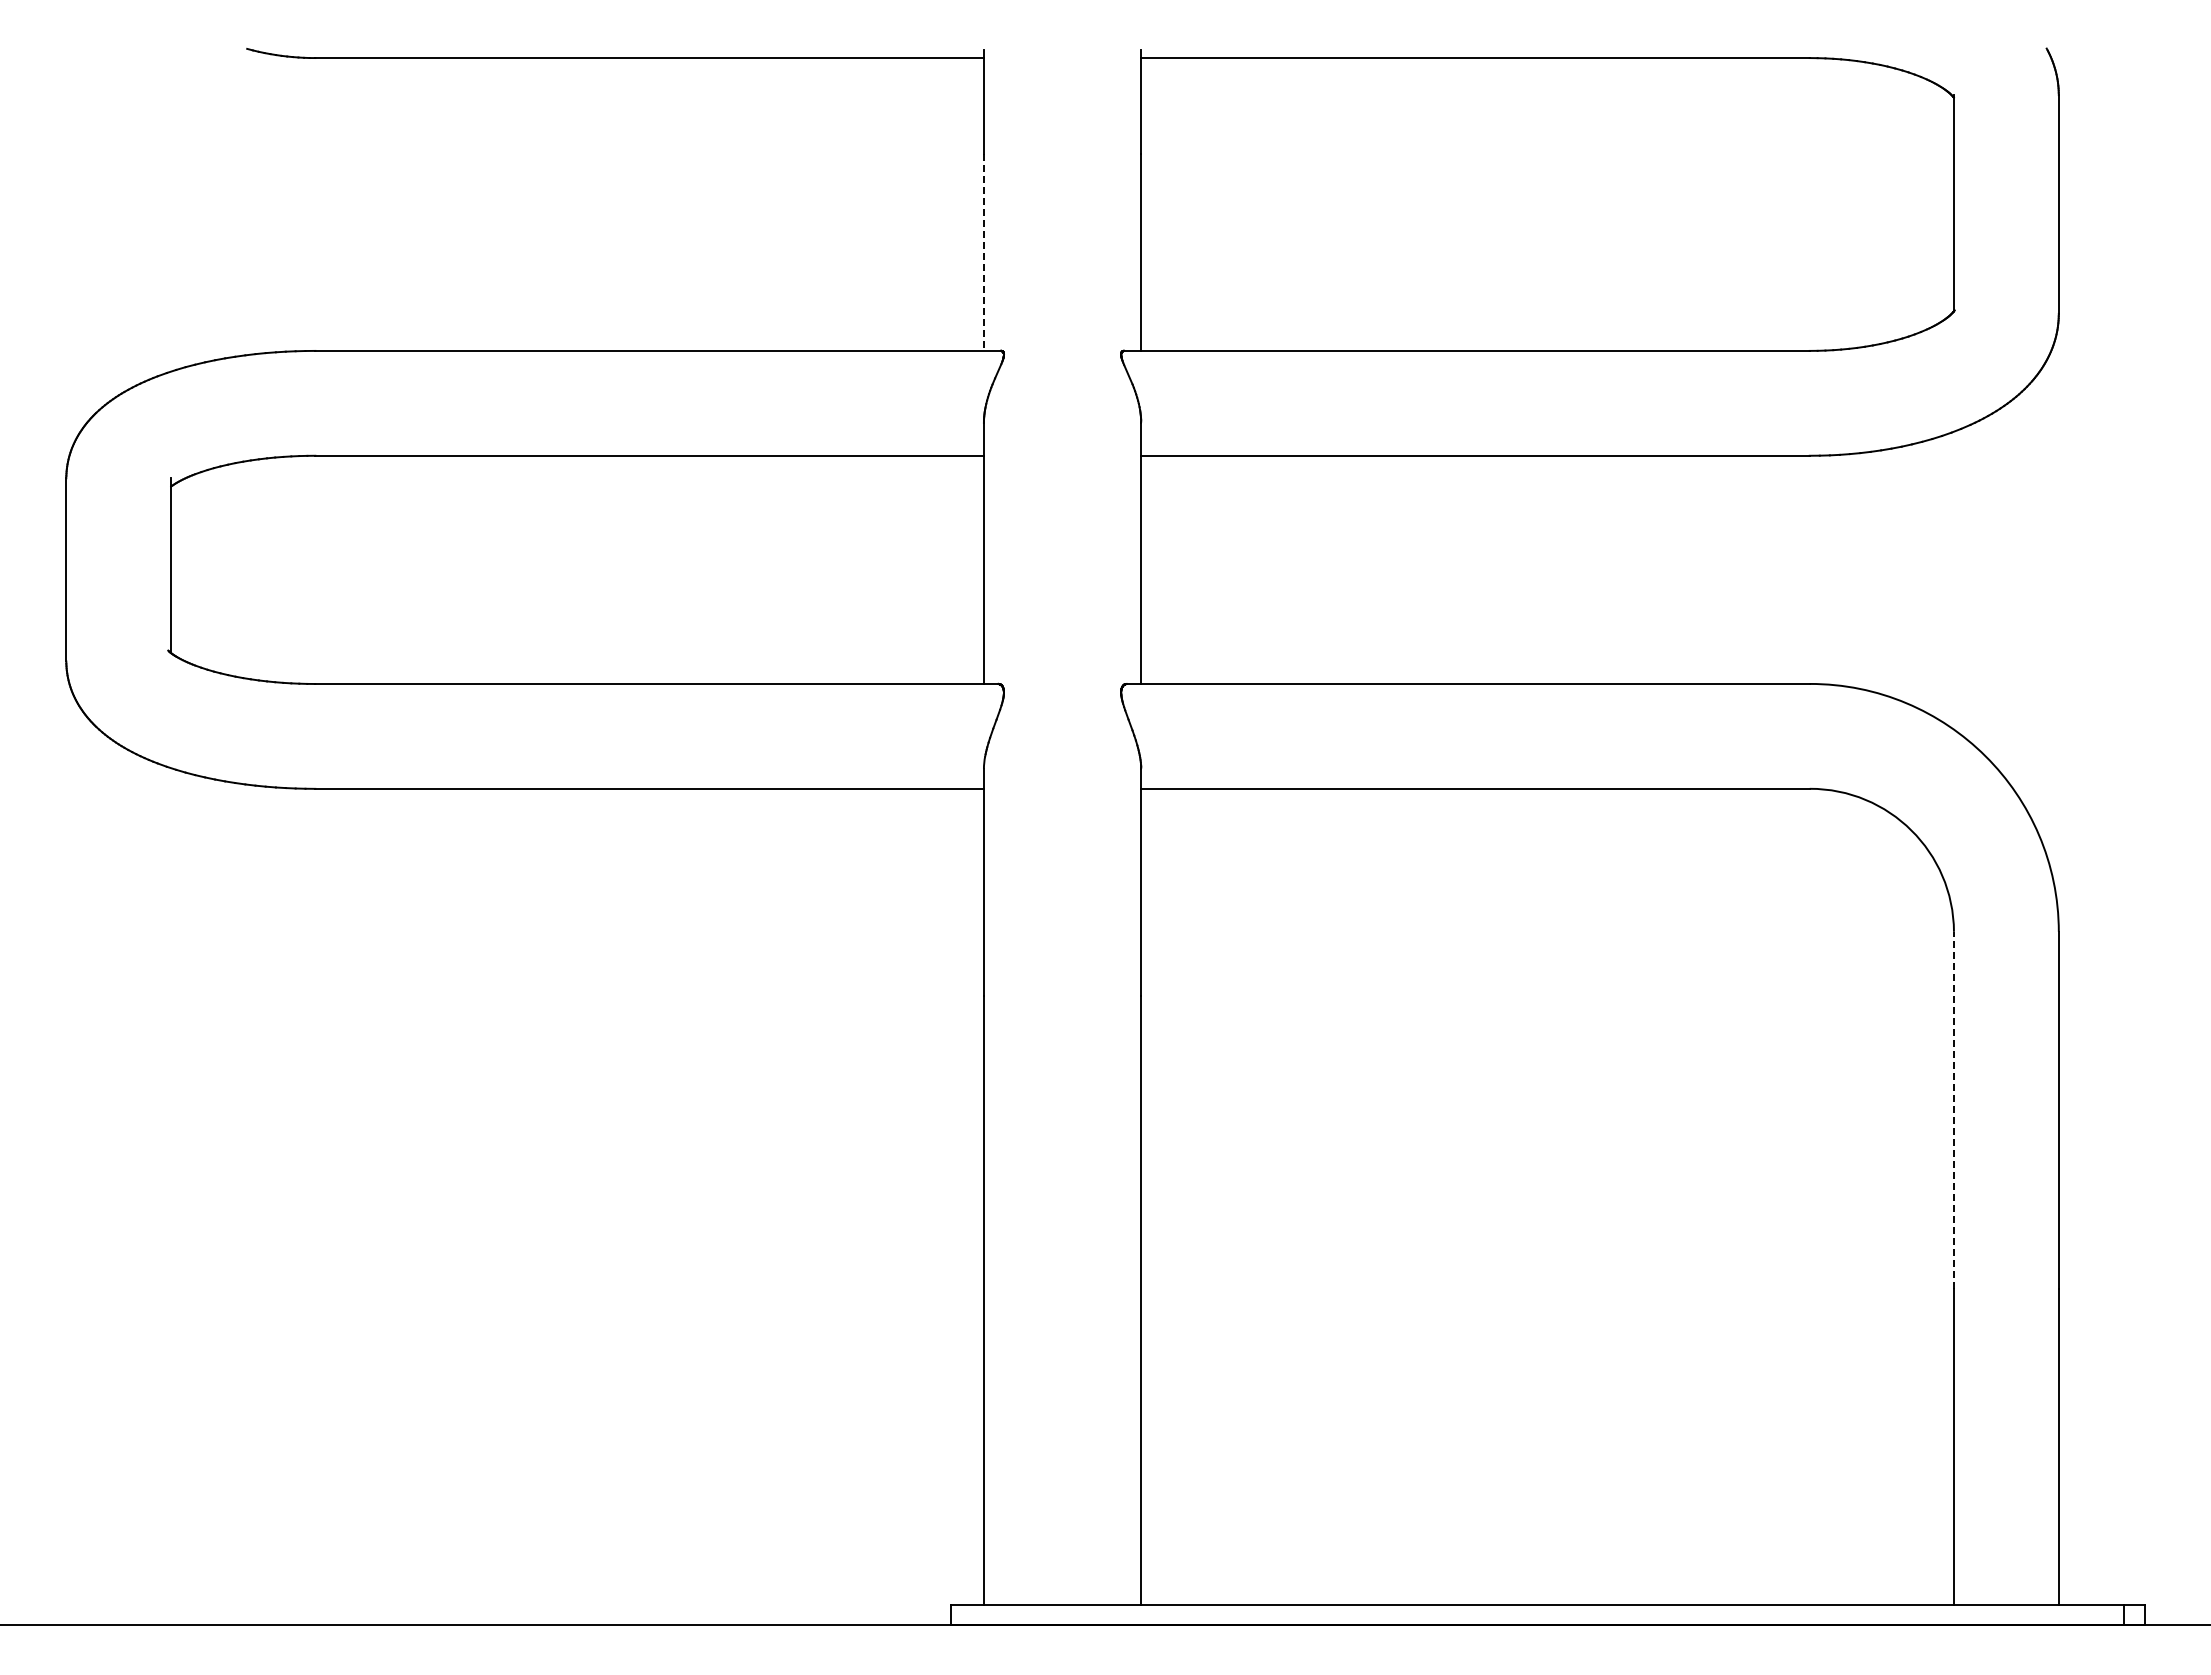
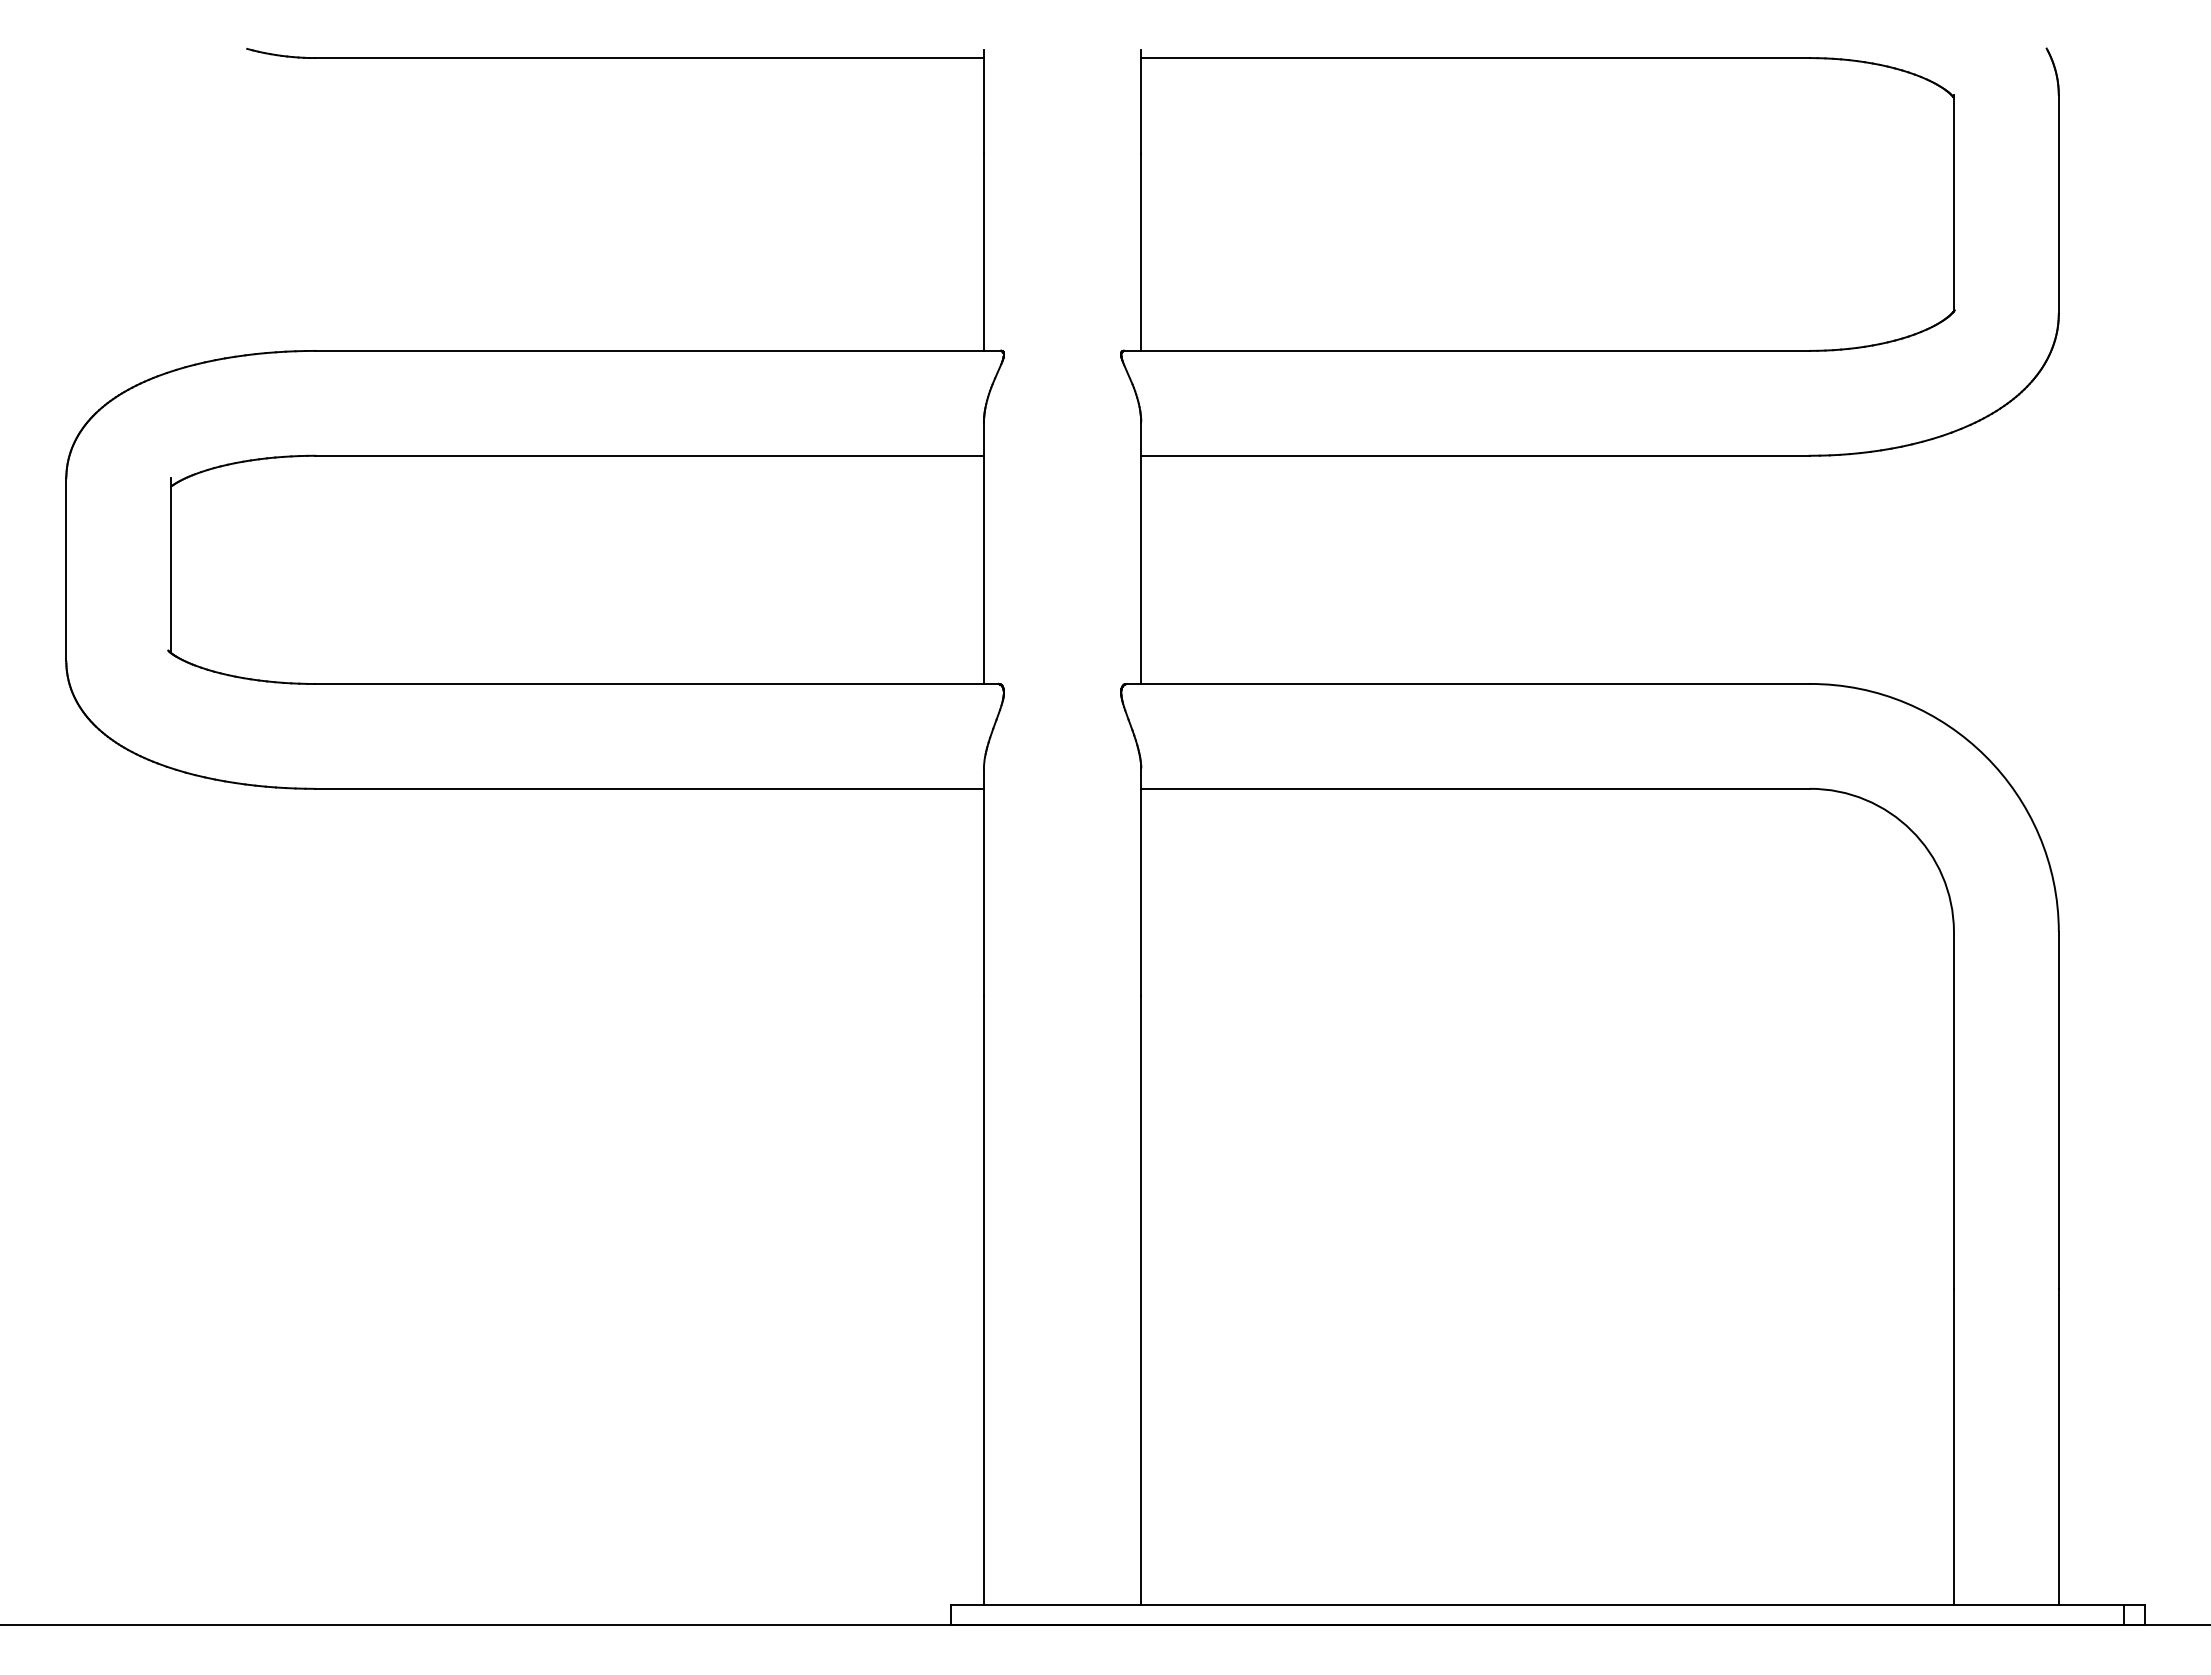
line at (983, 253): dashed -> solid
line at (1953, 1109): dashed -> solid
